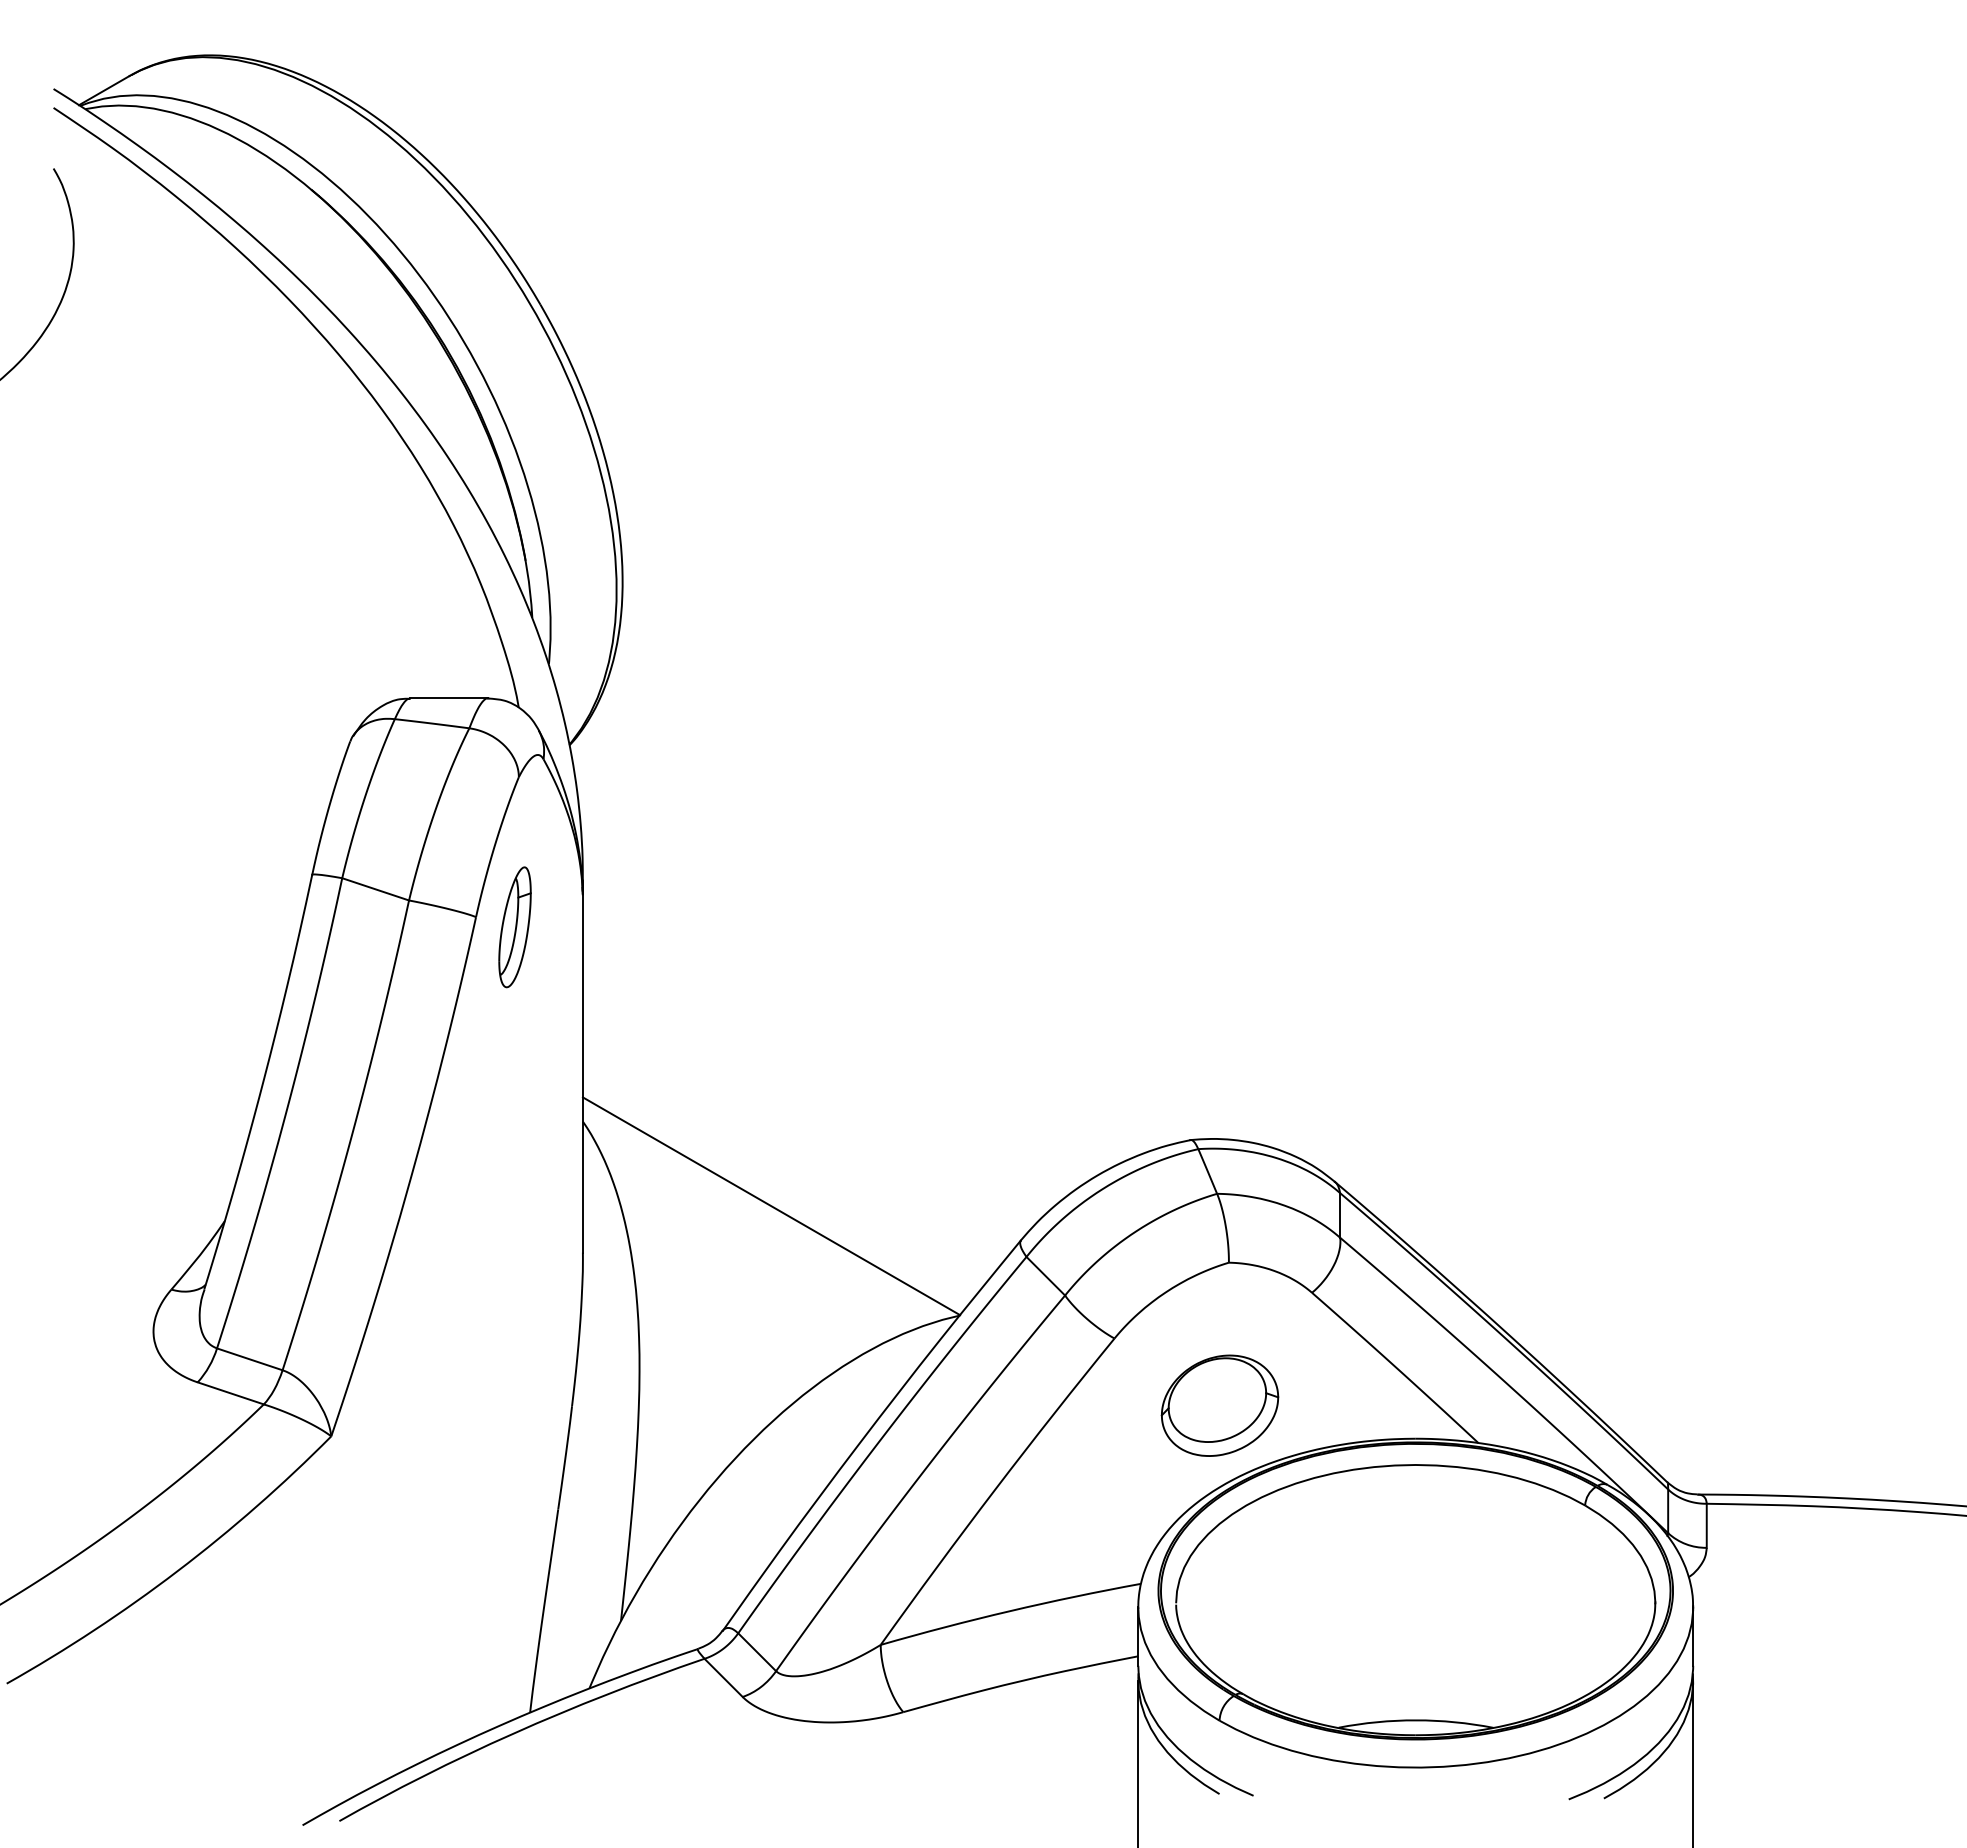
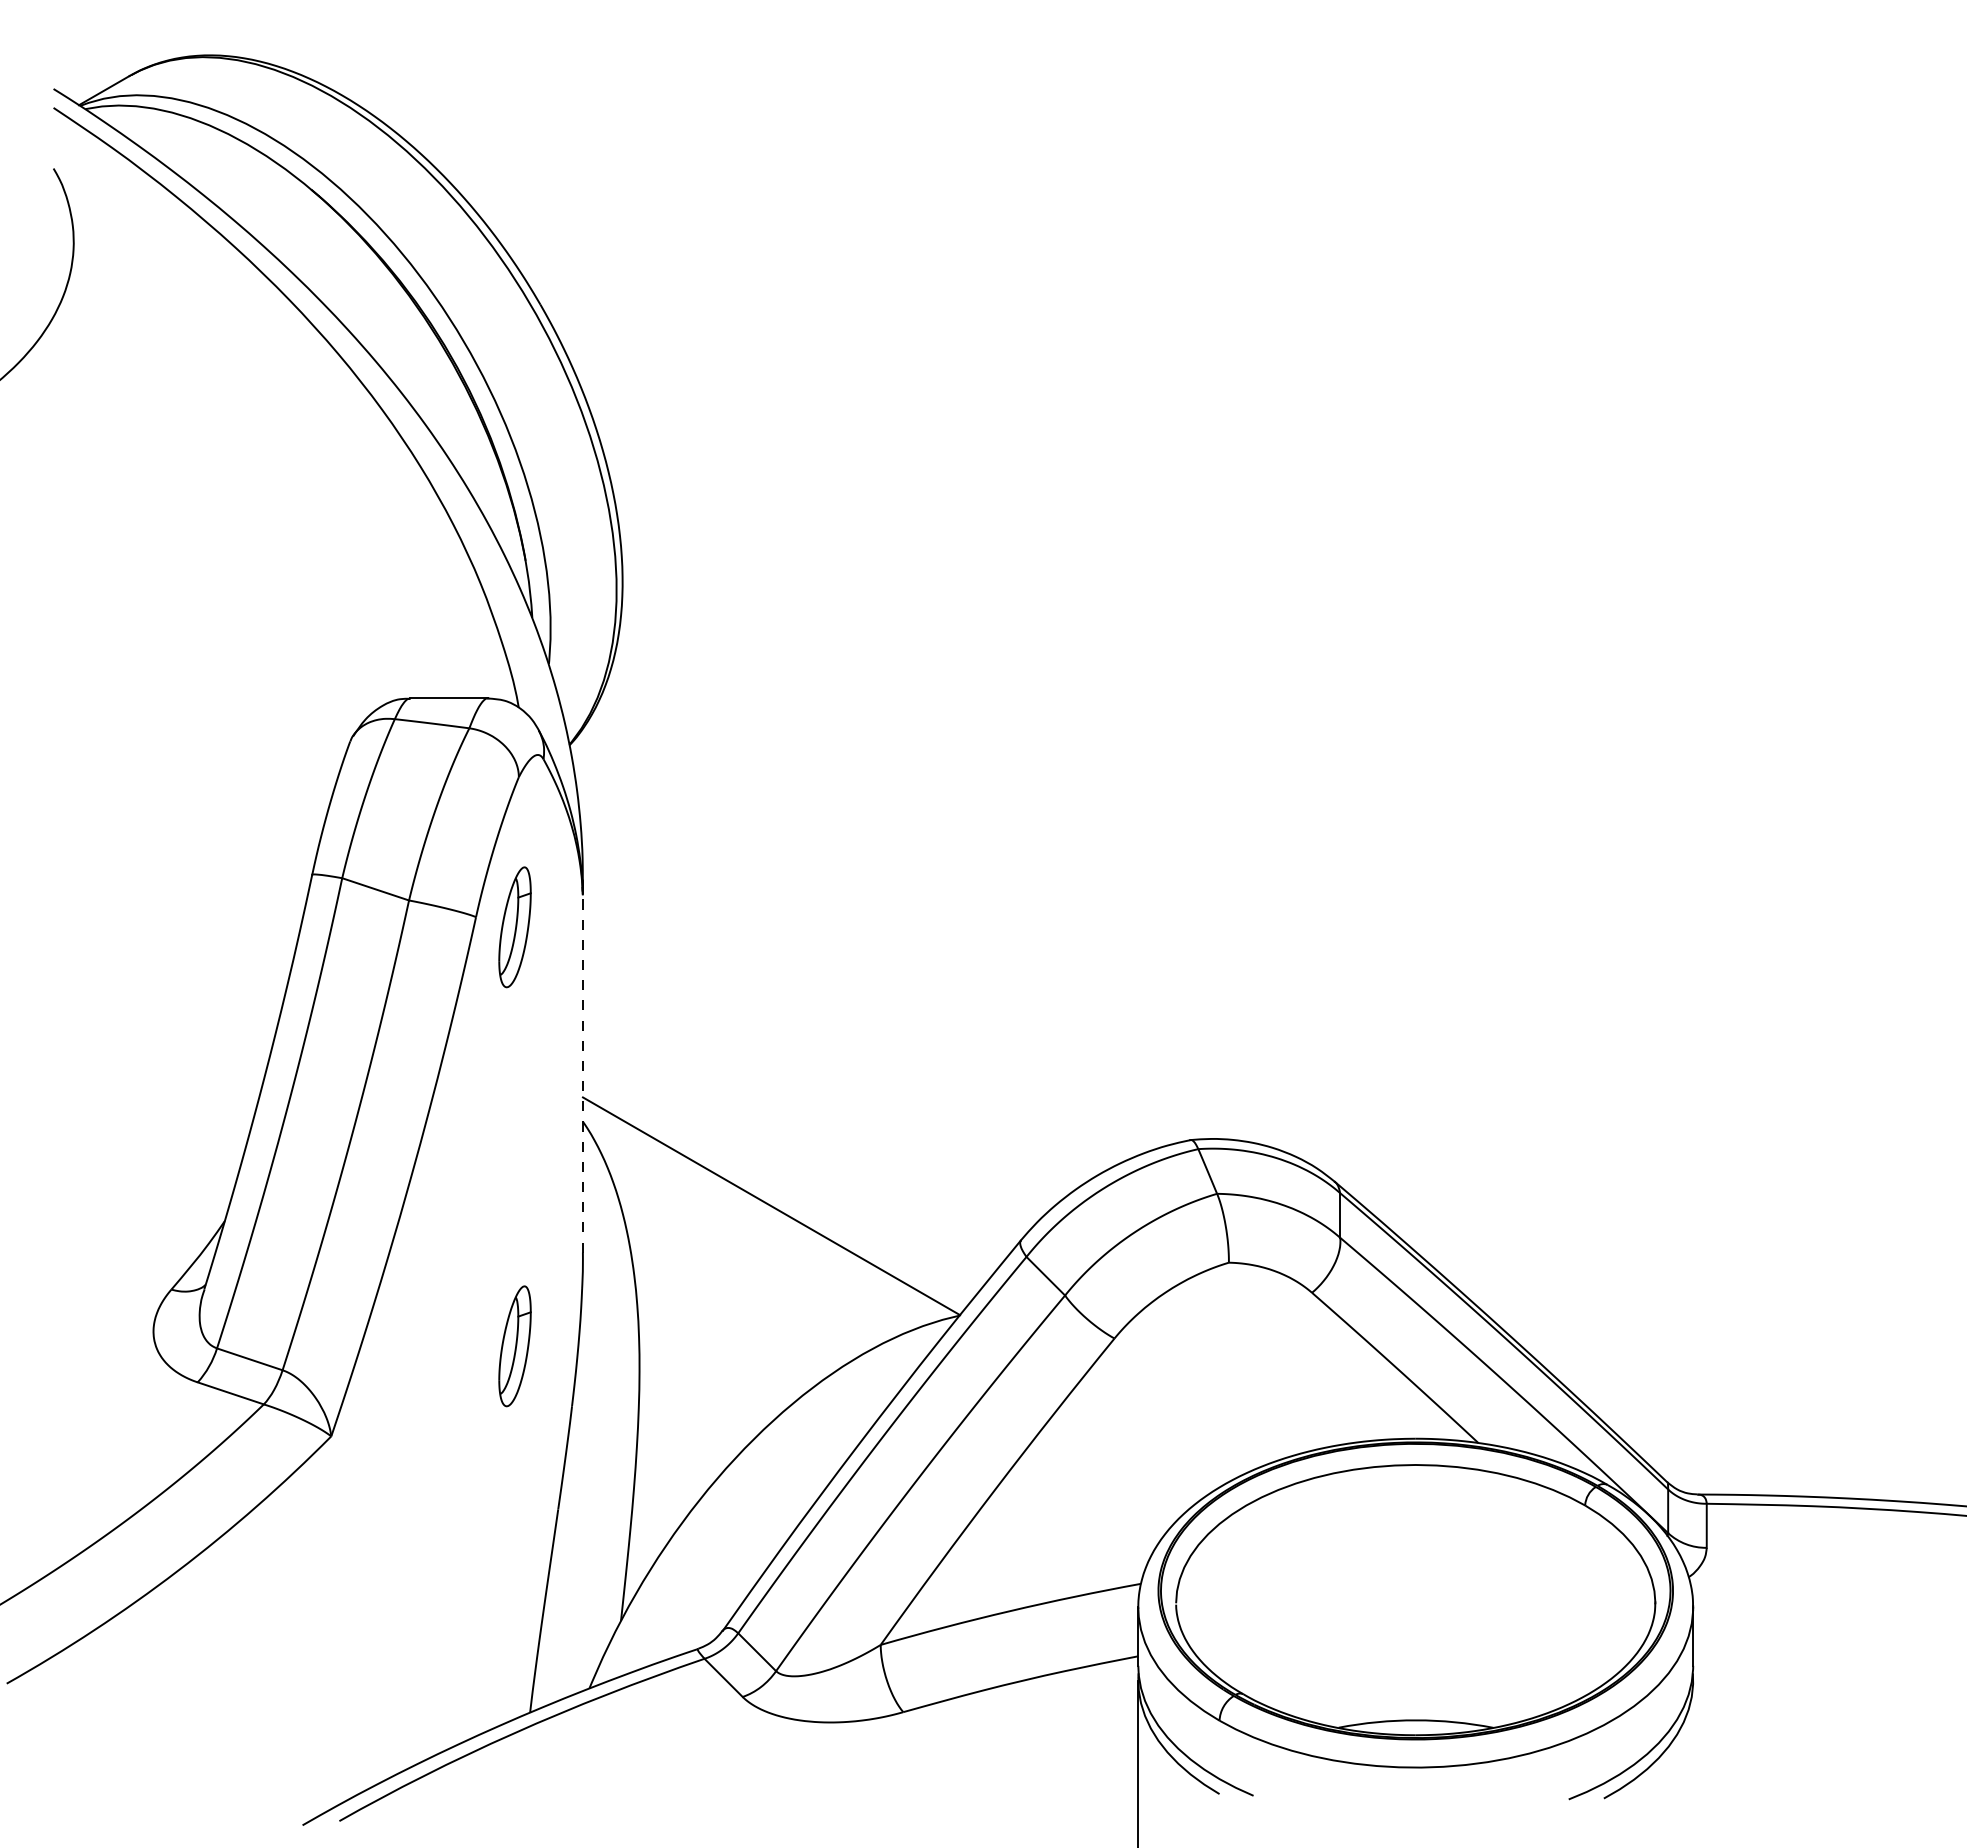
line at (582, 1066): solid -> dashed
part at (514, 1346): none -> present
part at (1219, 1405): present -> none
line at (1693, 1762): present -> none
